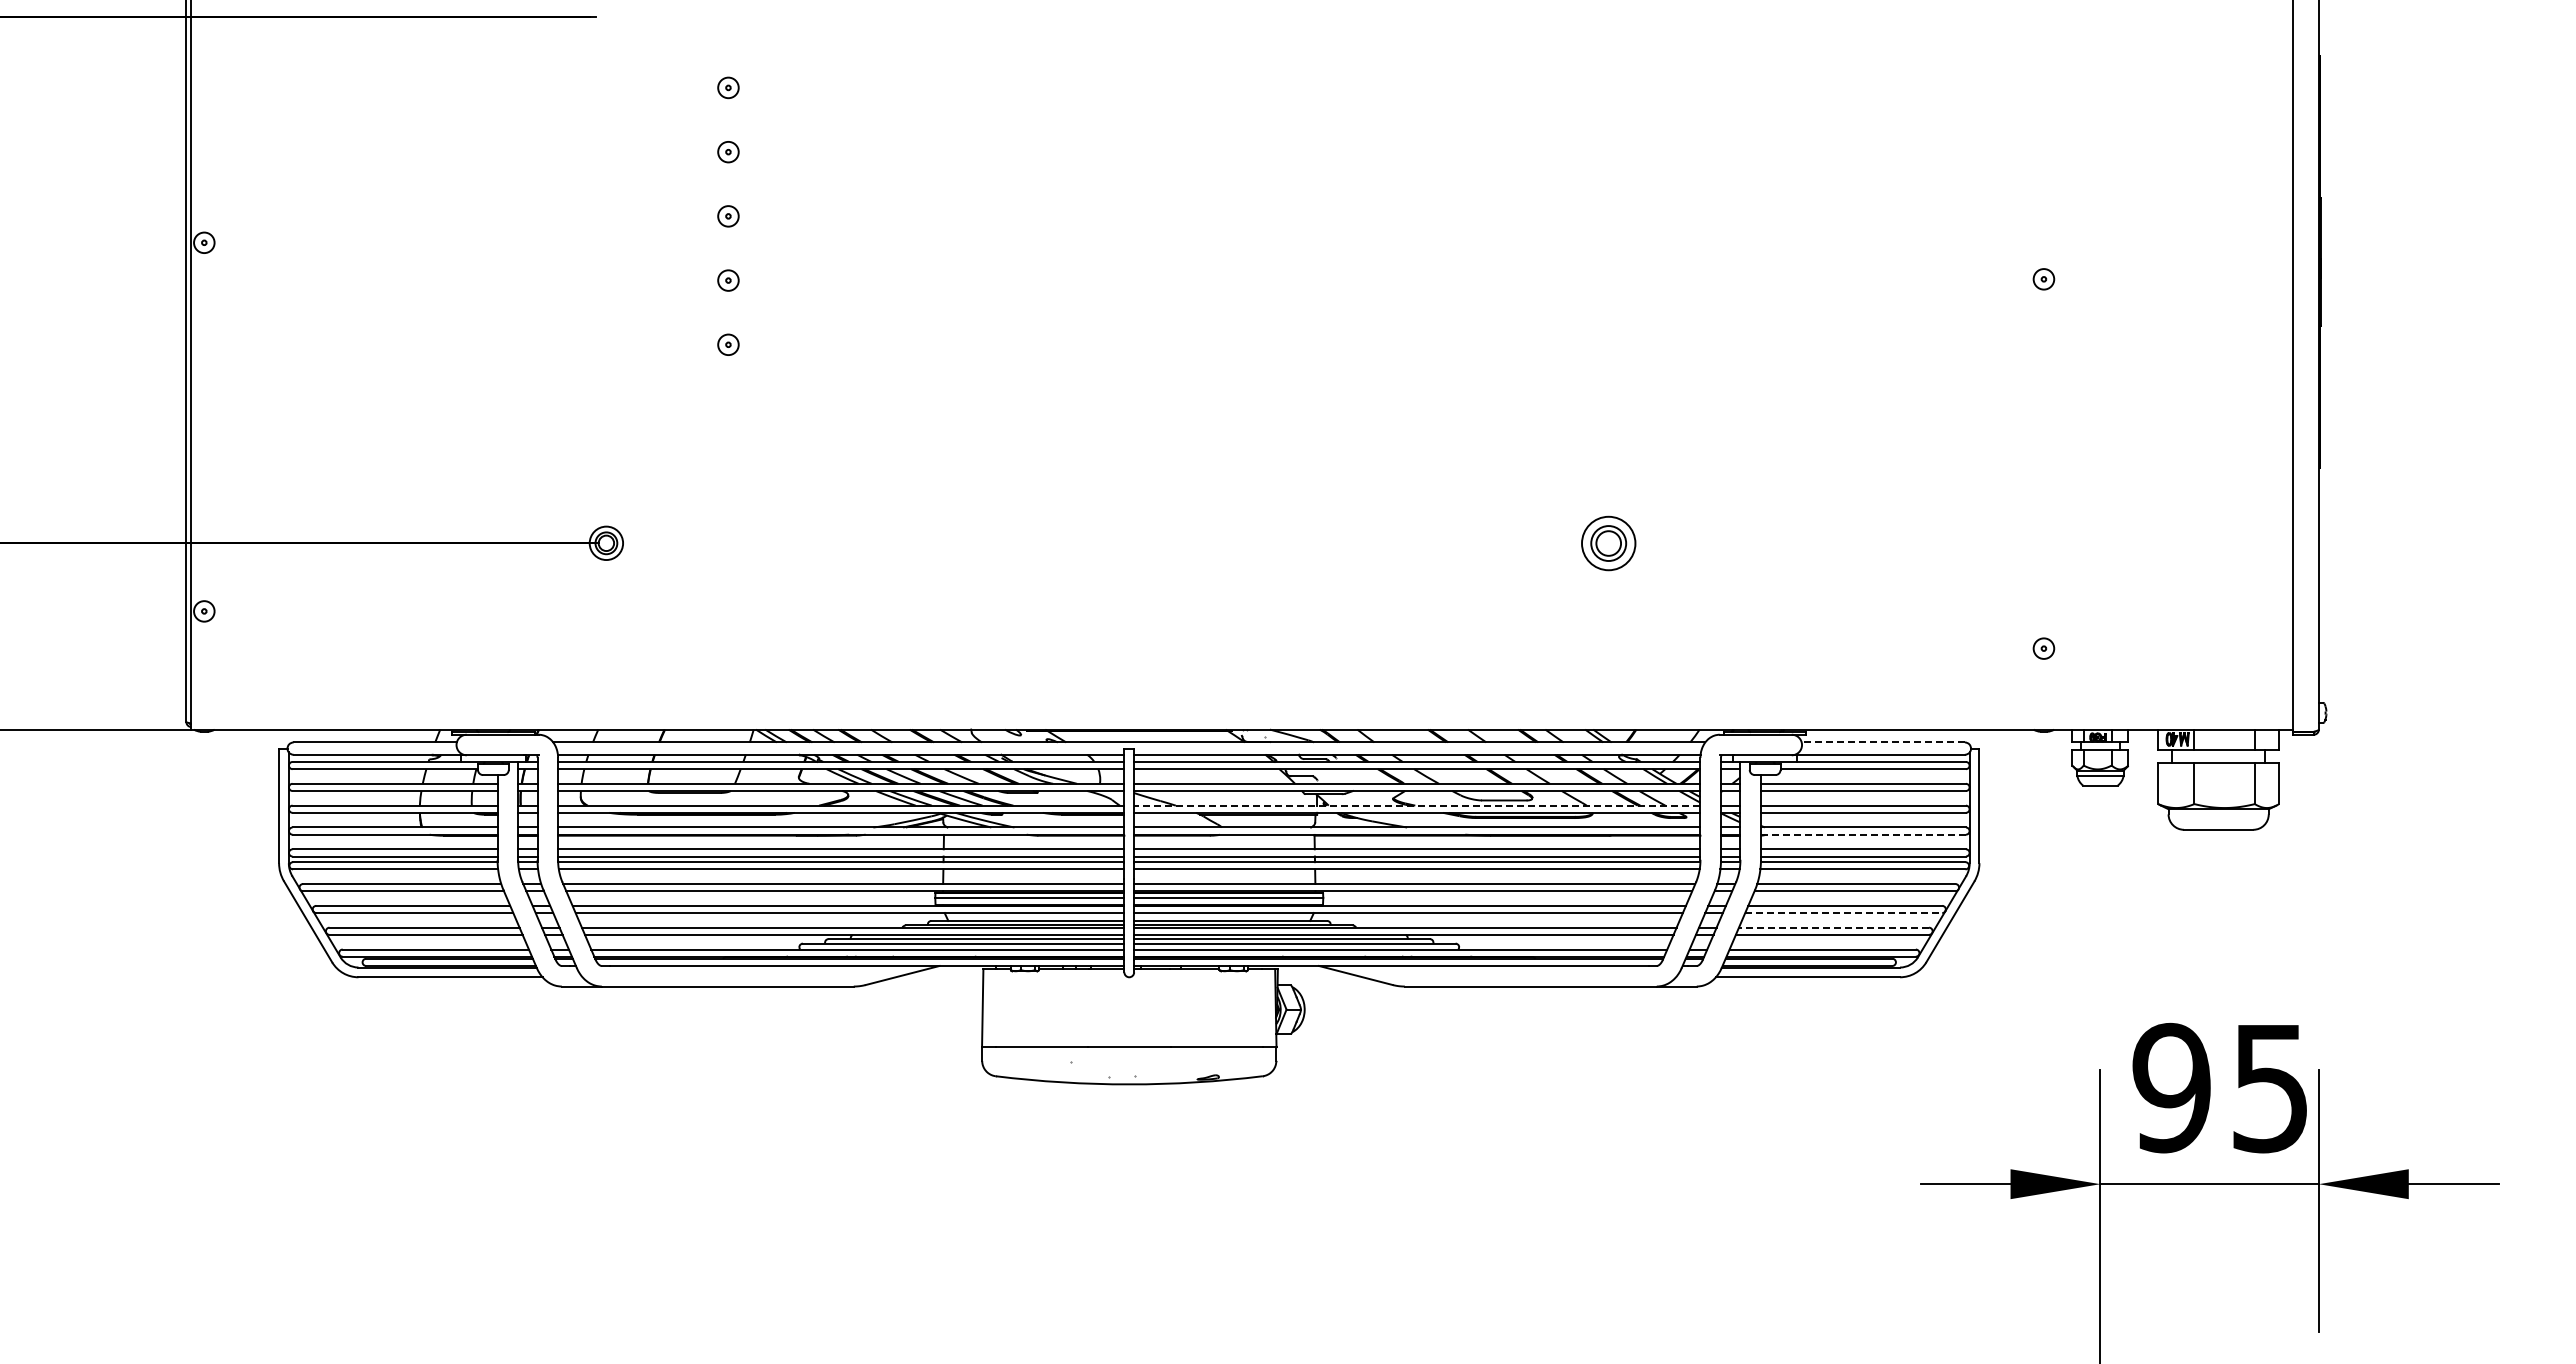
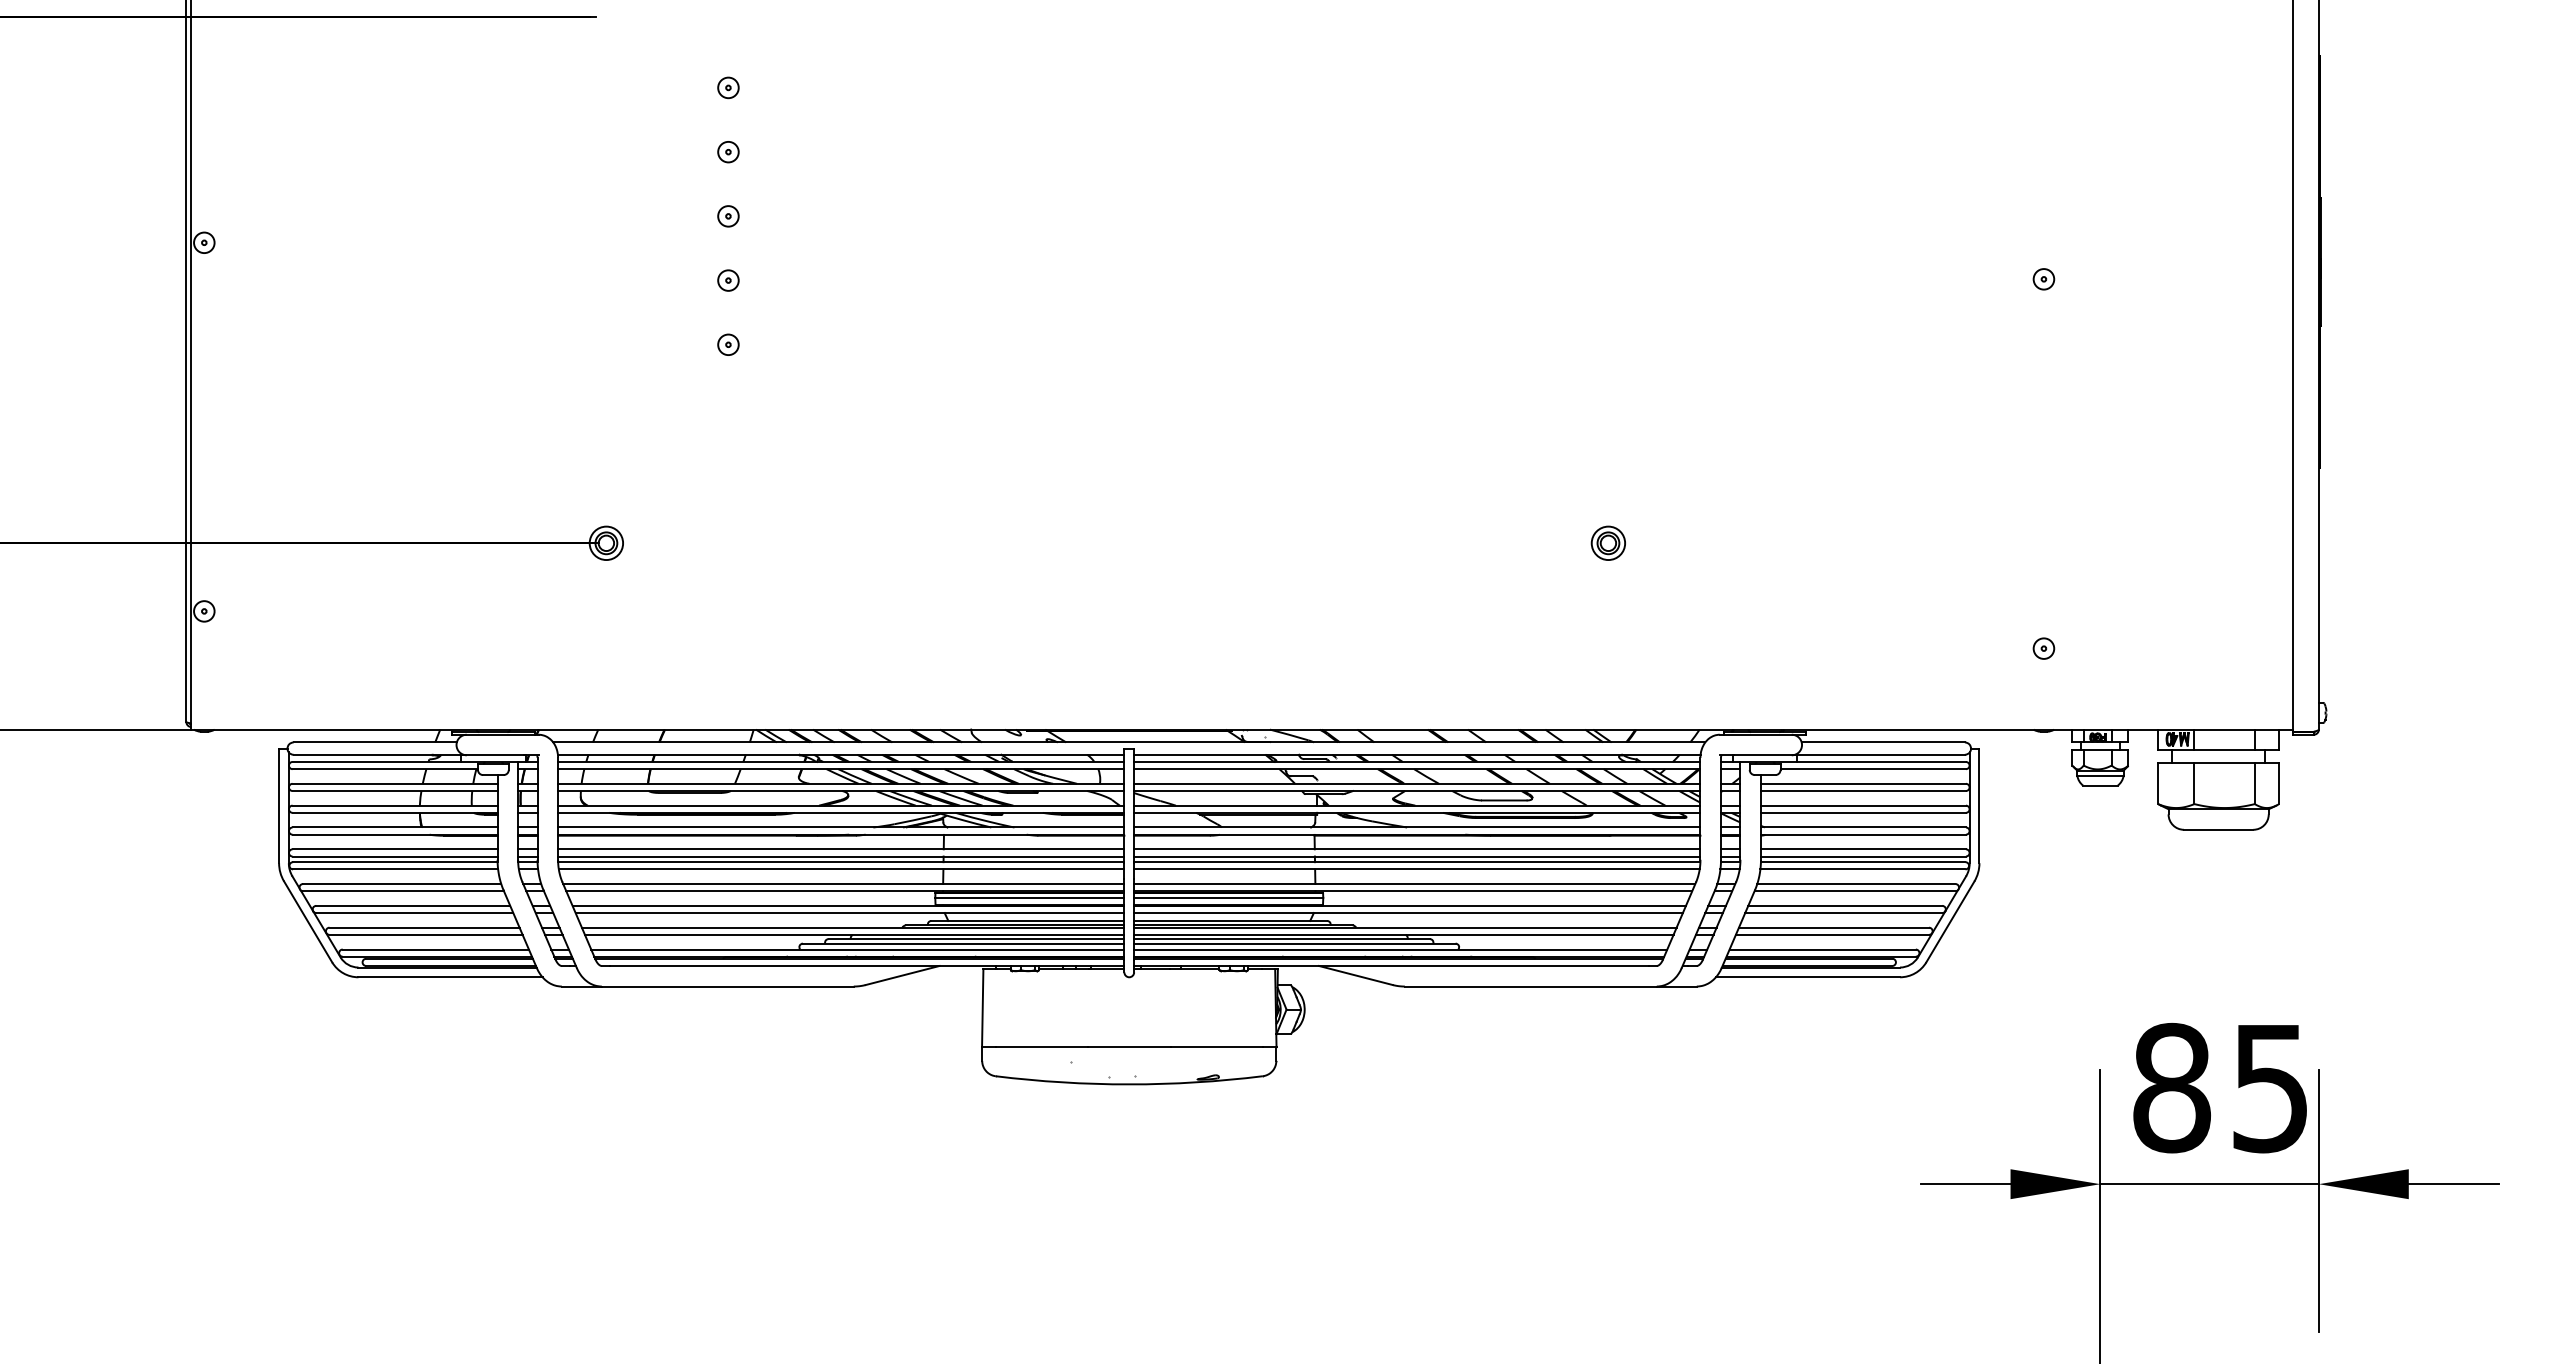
part at (1608, 543) size: 56x57 px -> 36x36 px
line at (1883, 742): dashed -> solid
line at (1416, 805): dashed -> solid
line at (1863, 834): dashed -> solid
line at (1843, 913): dashed -> solid
line at (1833, 927): dashed -> solid
text at (2171, 1088): 95 -> 85
